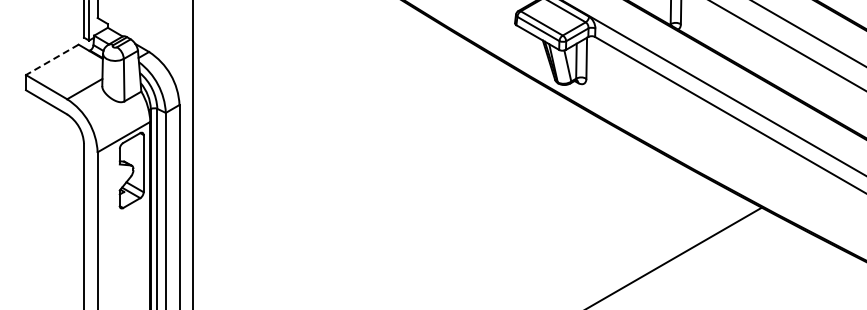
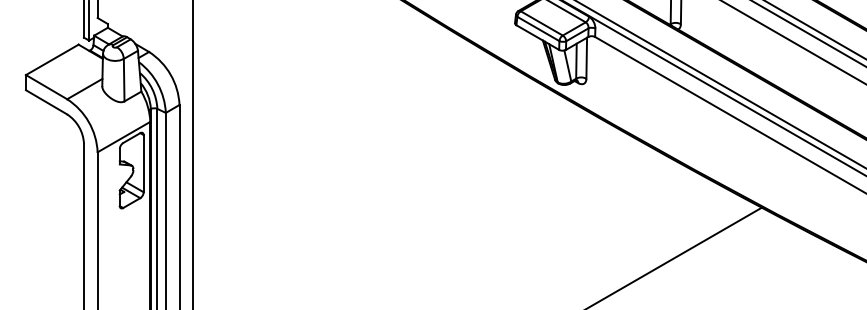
line at (815, 29): none -> present
line at (787, 45) position: (787, 45) -> (793, 42)
line at (51, 60): dashed -> solid
line at (720, 84): none -> present
